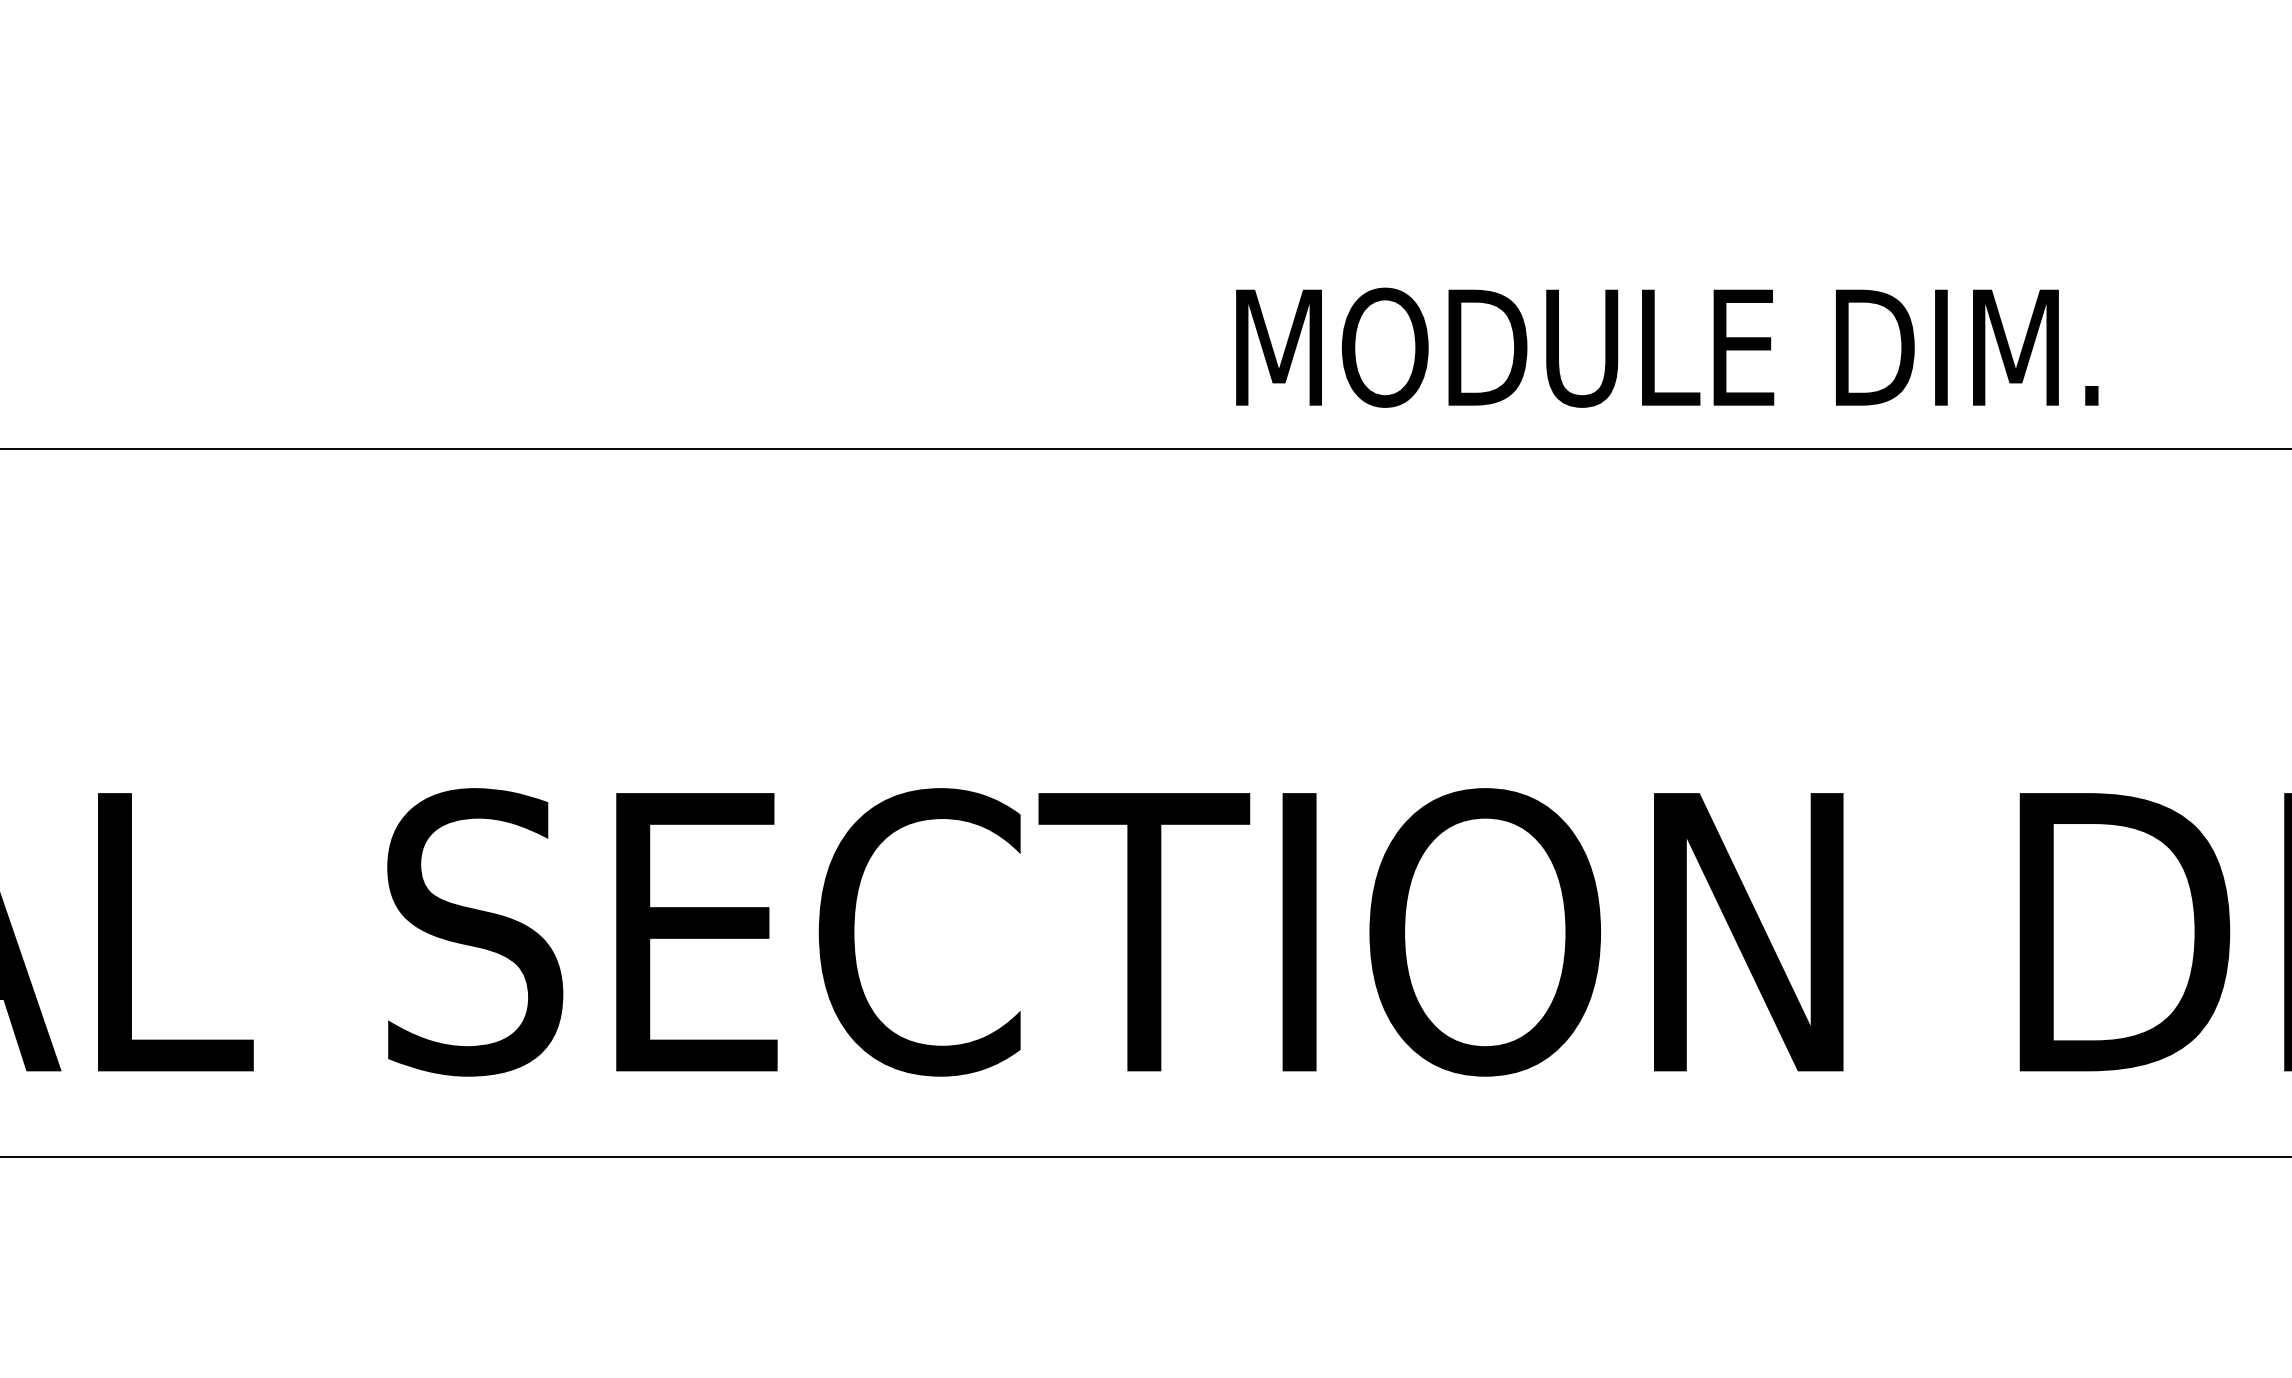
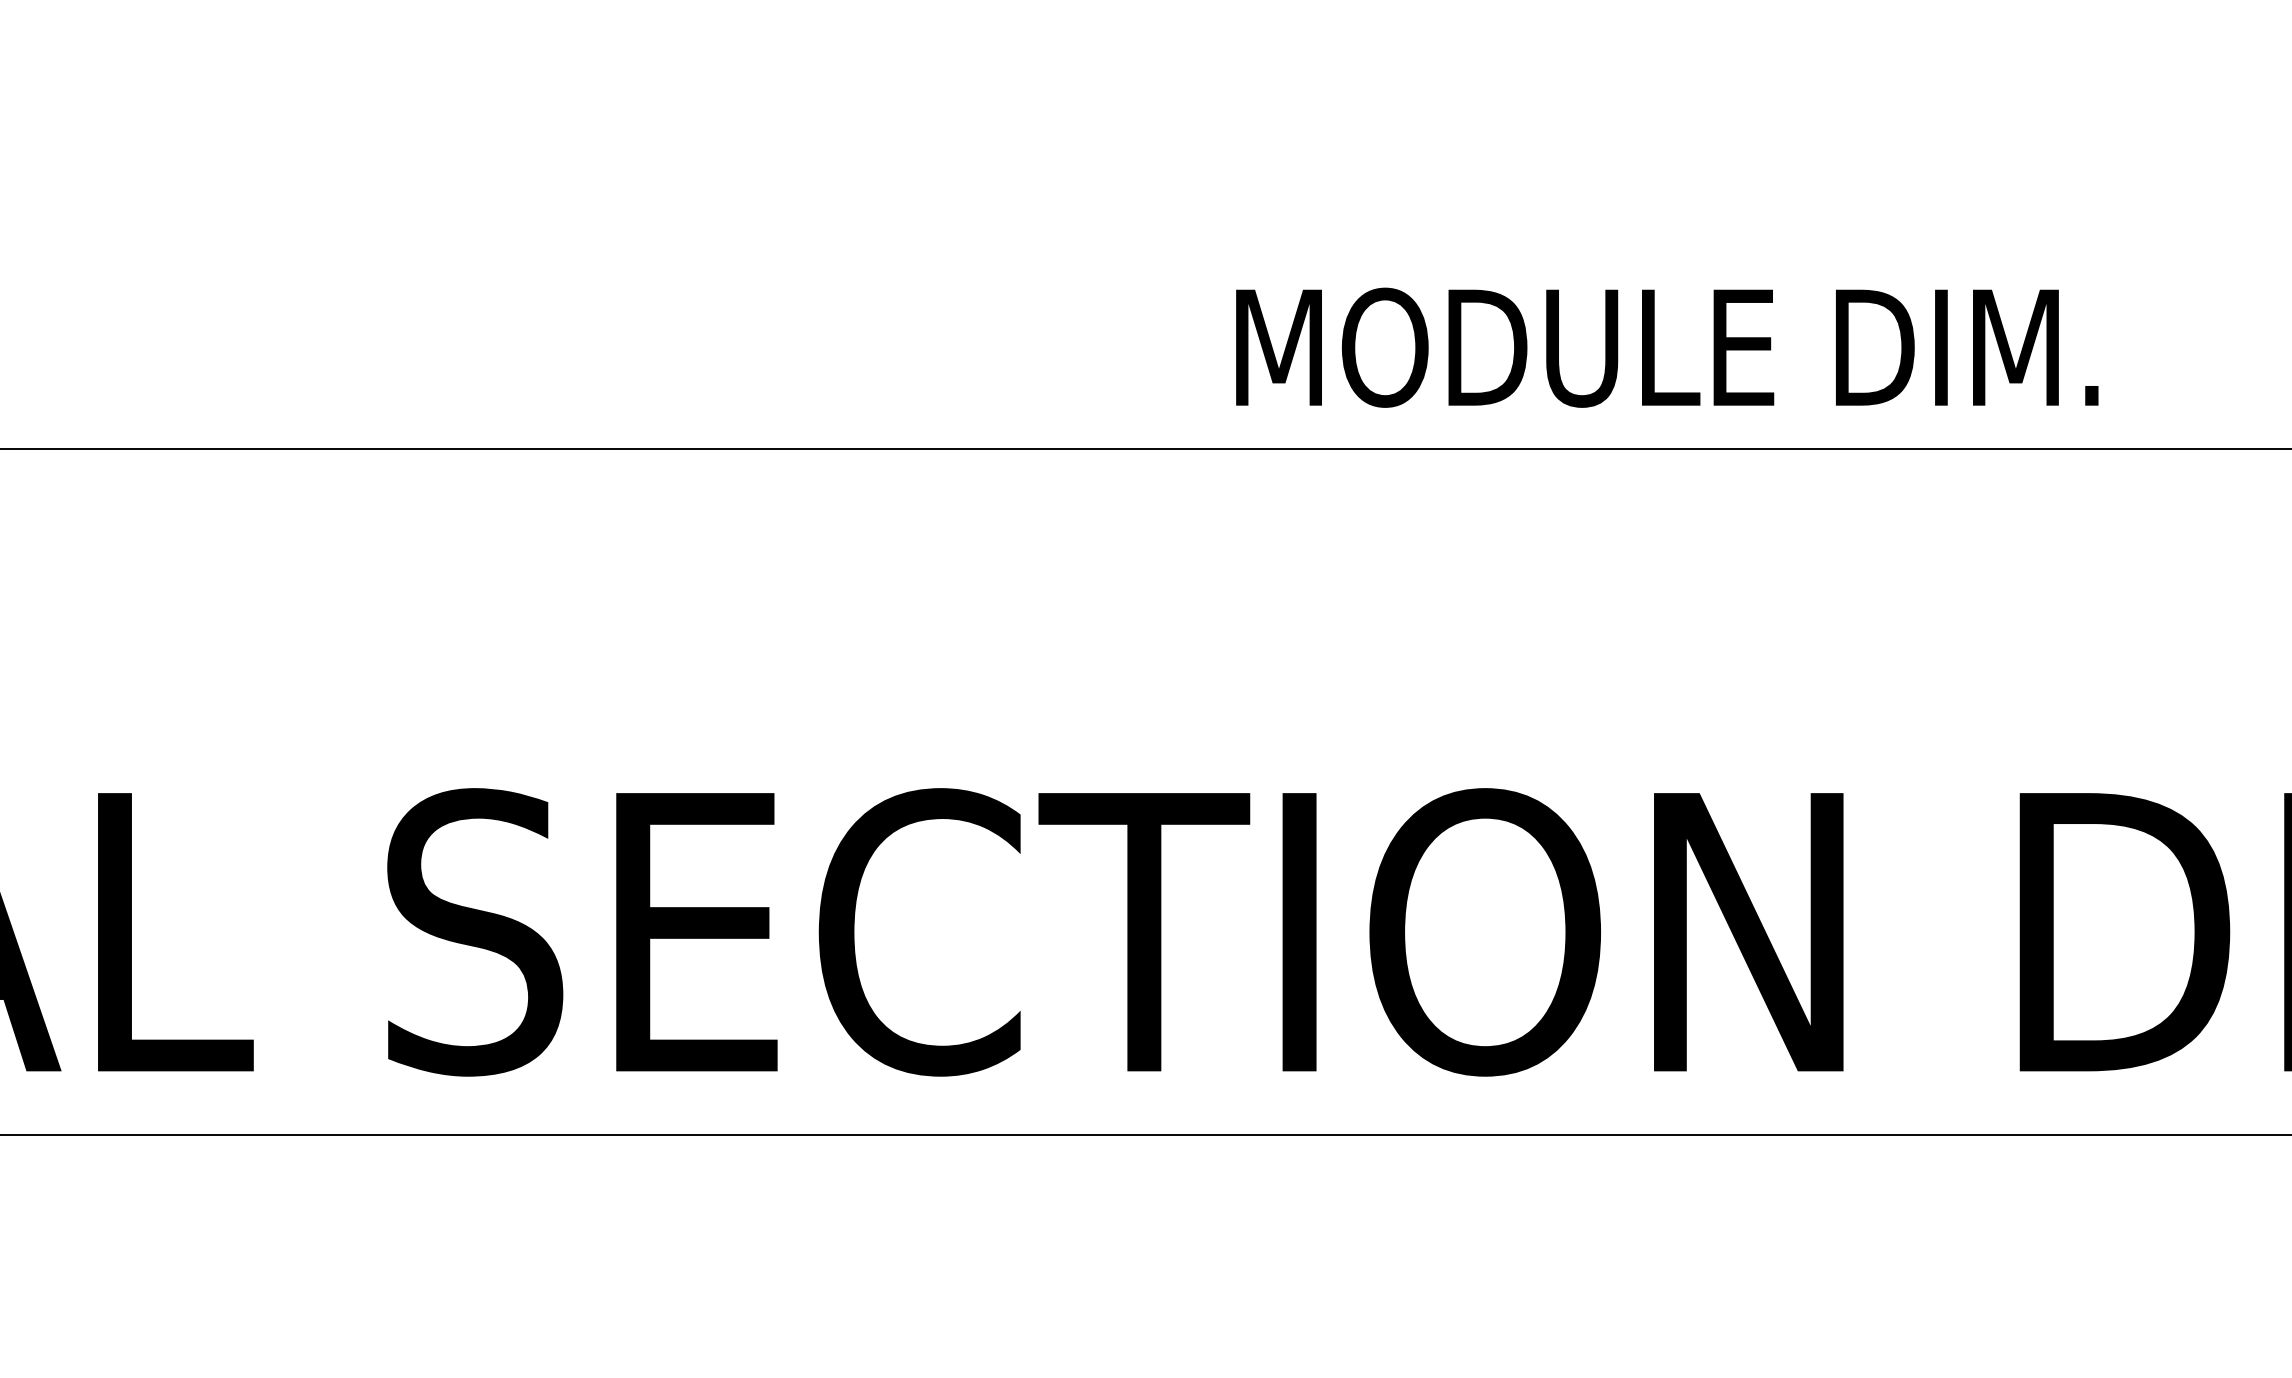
line at (1145, 1156) position: (1145, 1156) -> (1145, 1134)
